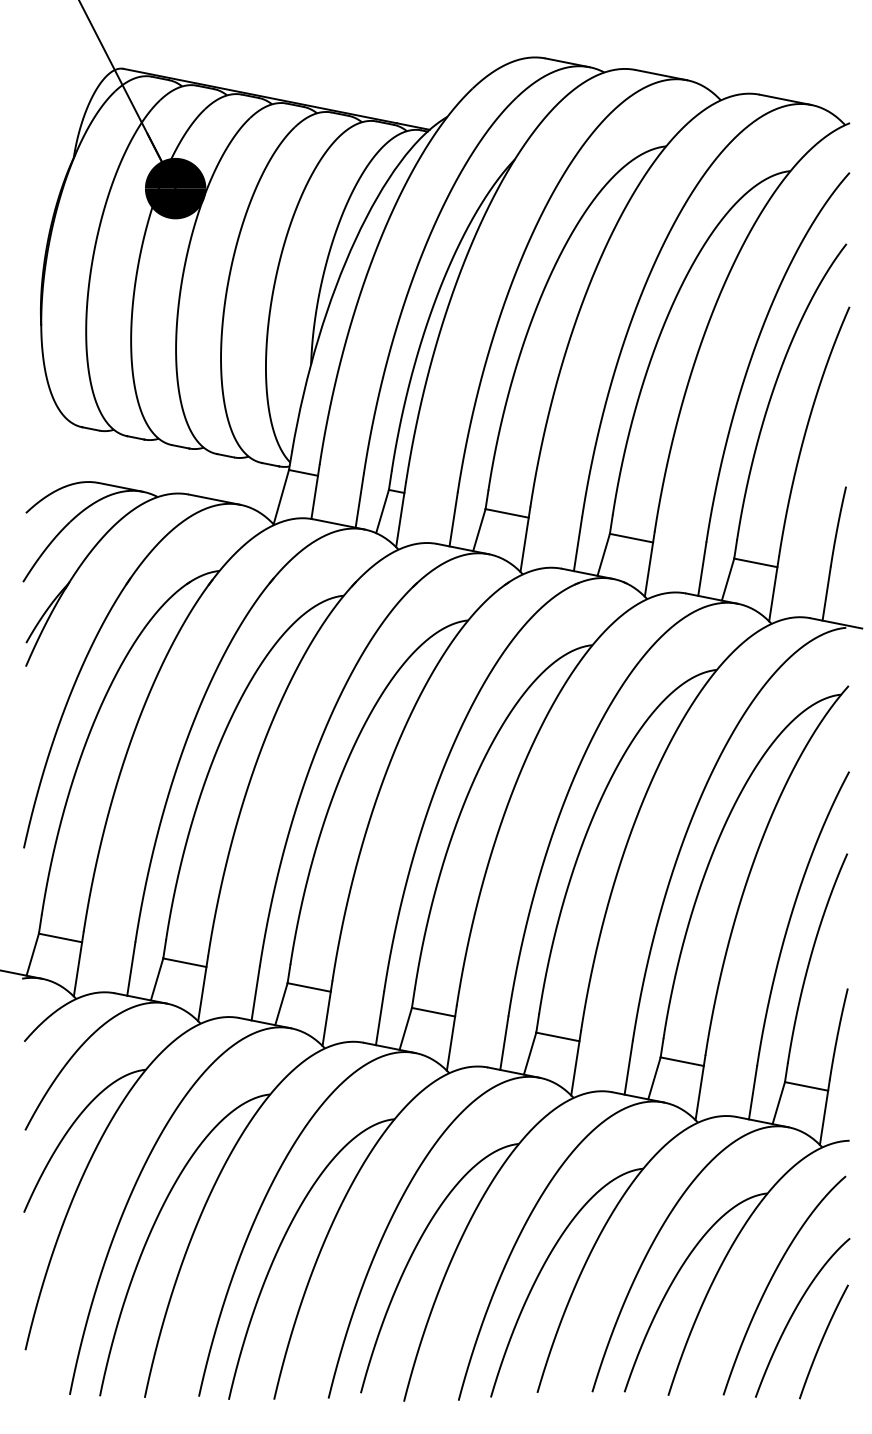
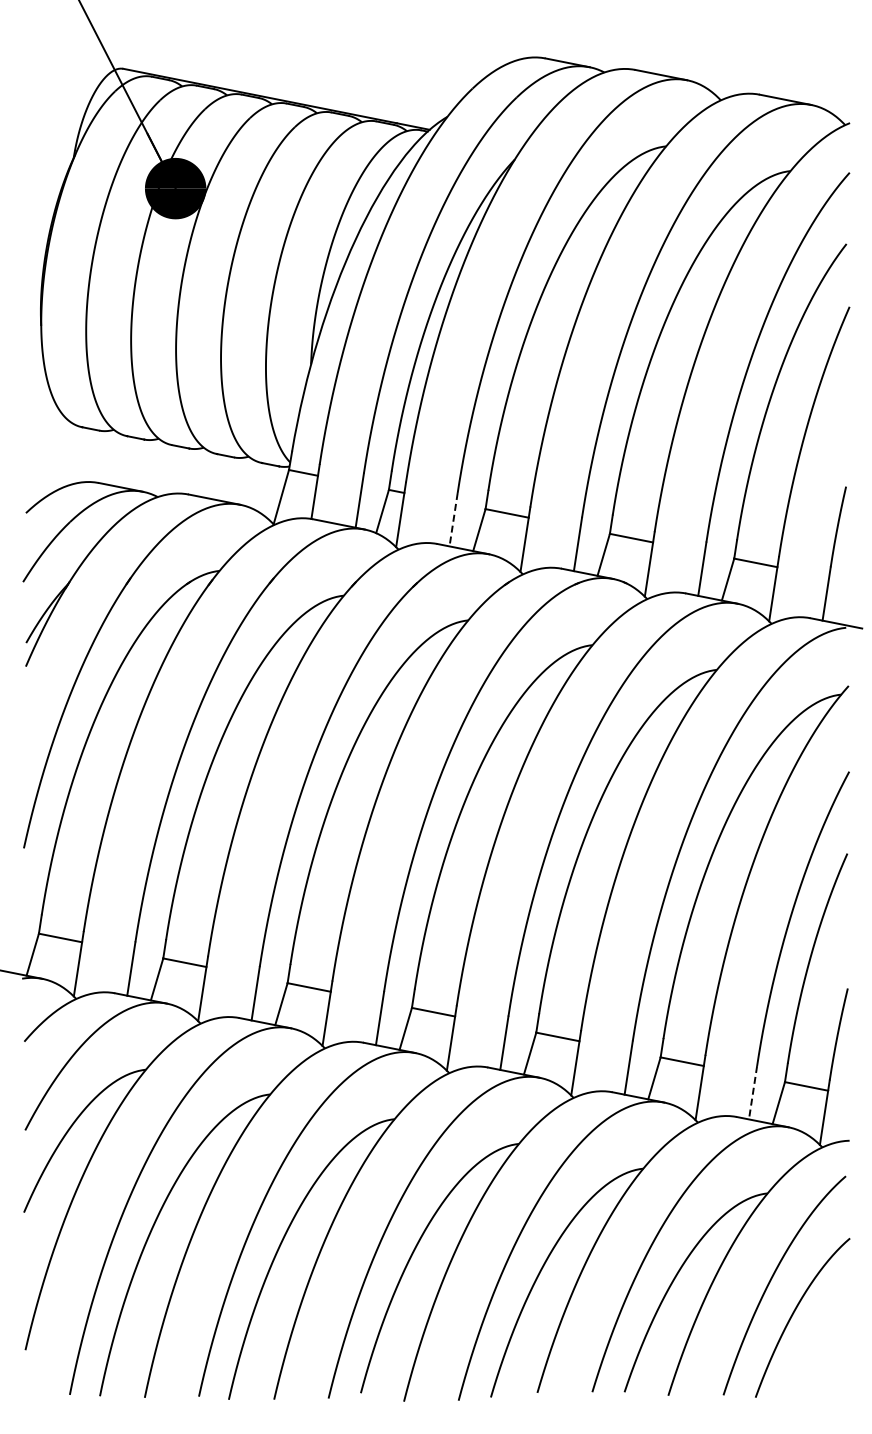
line at (453, 519): solid -> dashed
line at (753, 1092): solid -> dashed
curve at (822, 1341): present -> none
